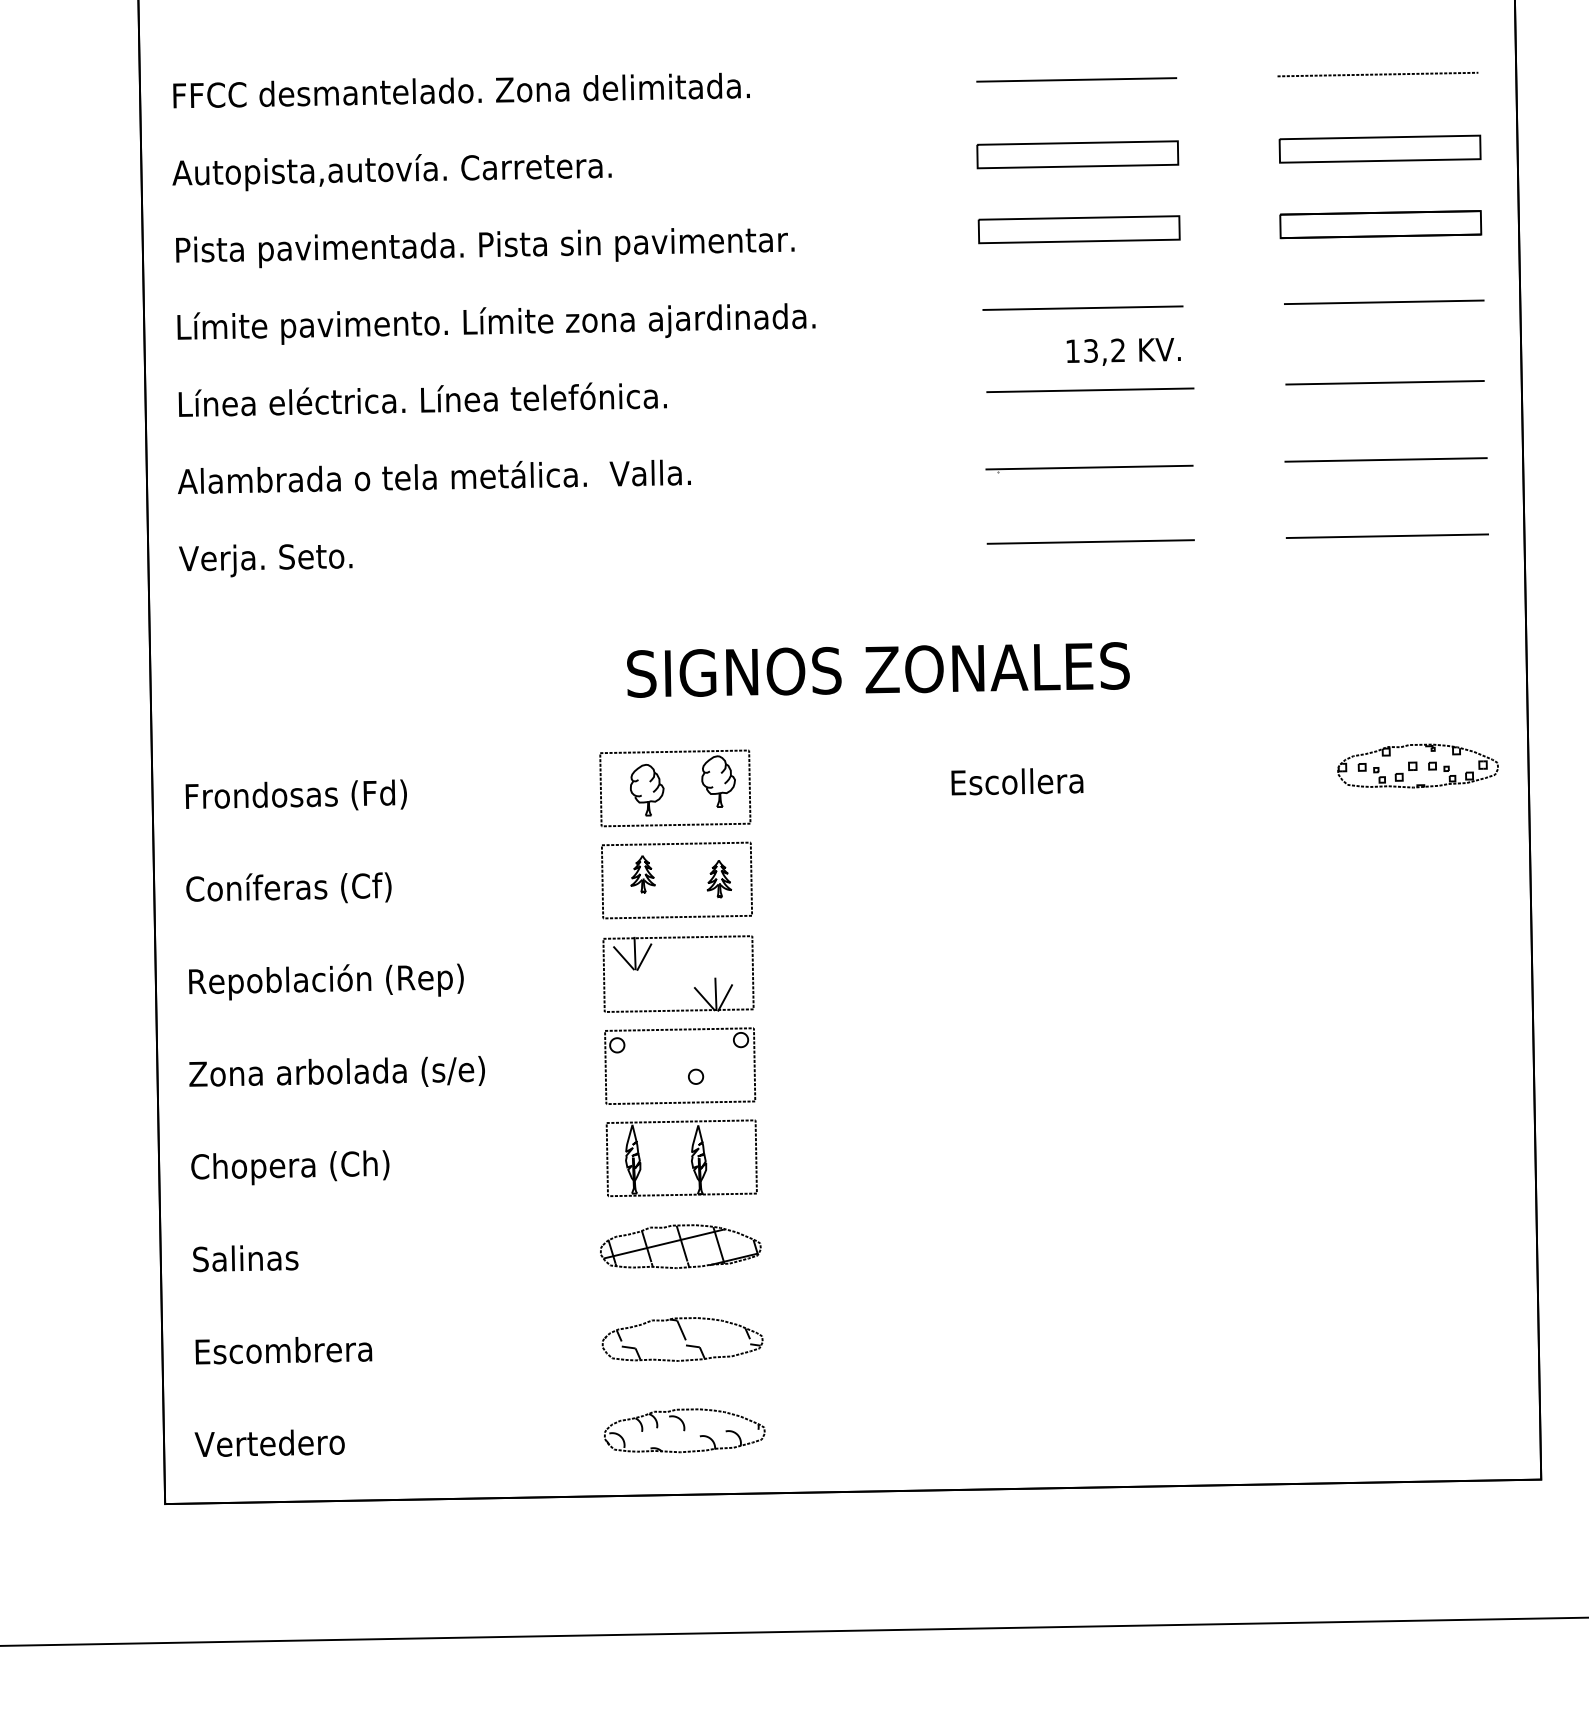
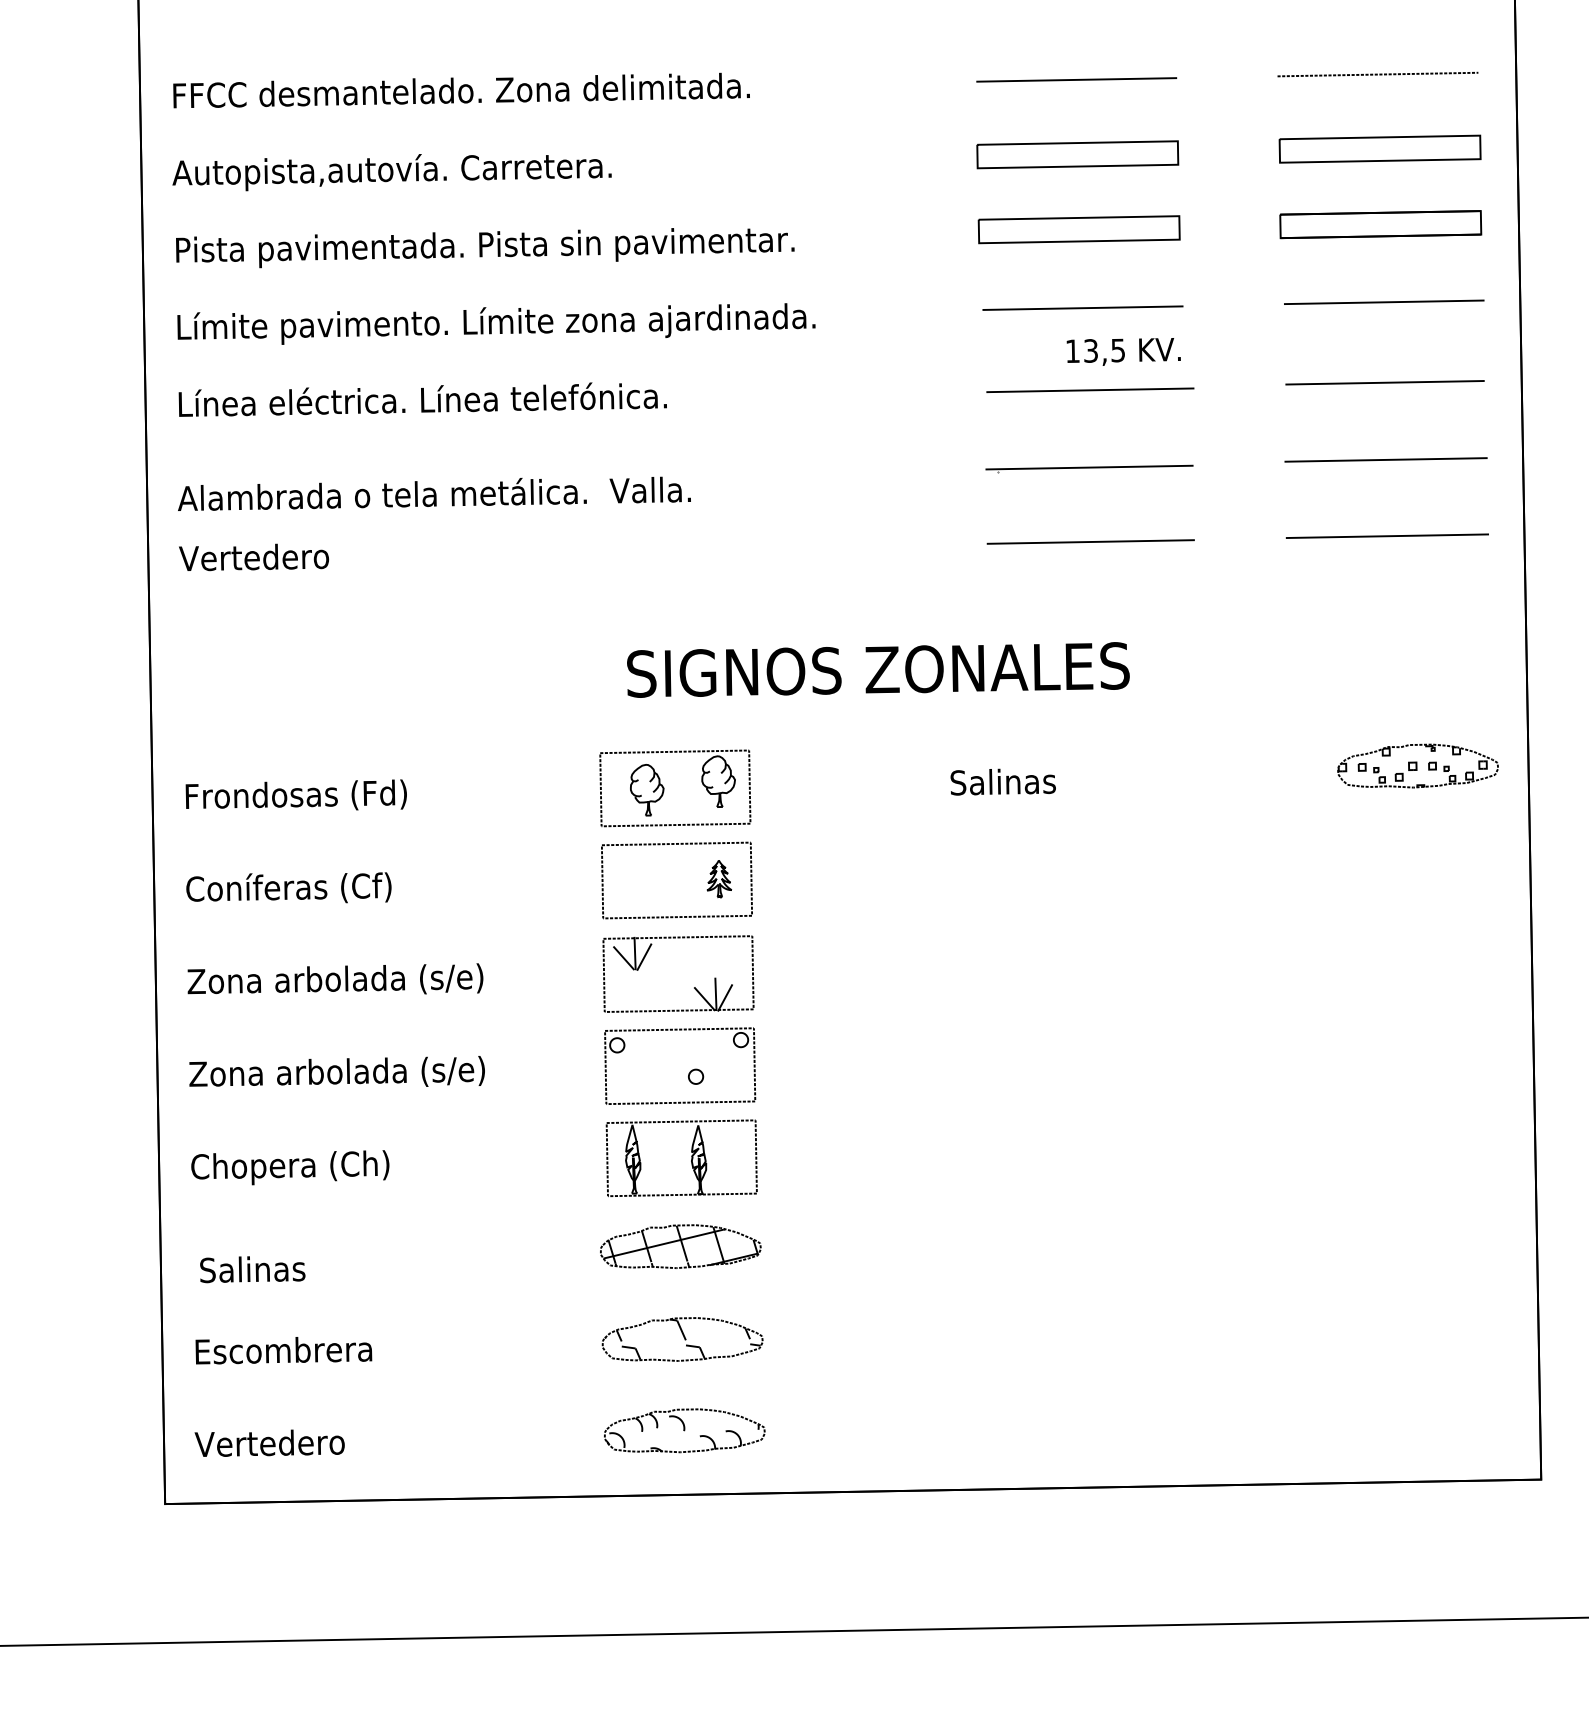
text at (1117, 350): 13,2 -> 13,5
text at (434, 476) position: (434, 476) -> (434, 493)
text at (291, 560): Verja. Seto. -> Vertedero
text at (1016, 781): Escollera -> Salinas
part at (642, 874): present -> none
text at (335, 981): Repoblación (Rep) -> Zona arbolada (s/e)
text at (245, 1258) position: (245, 1258) -> (252, 1269)
